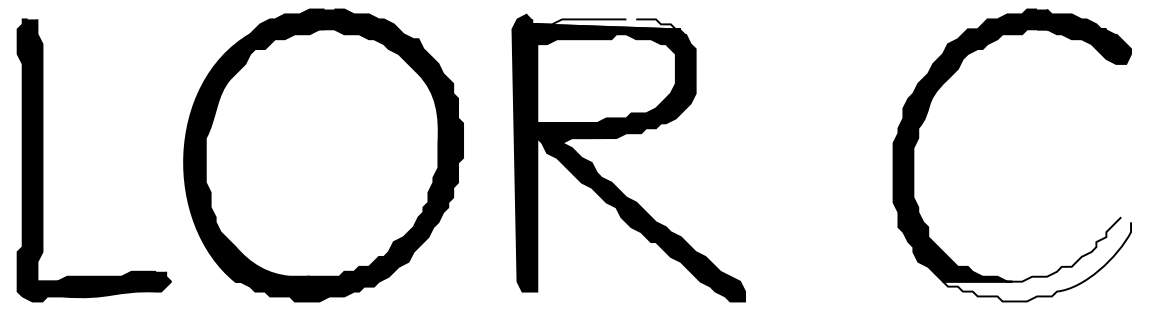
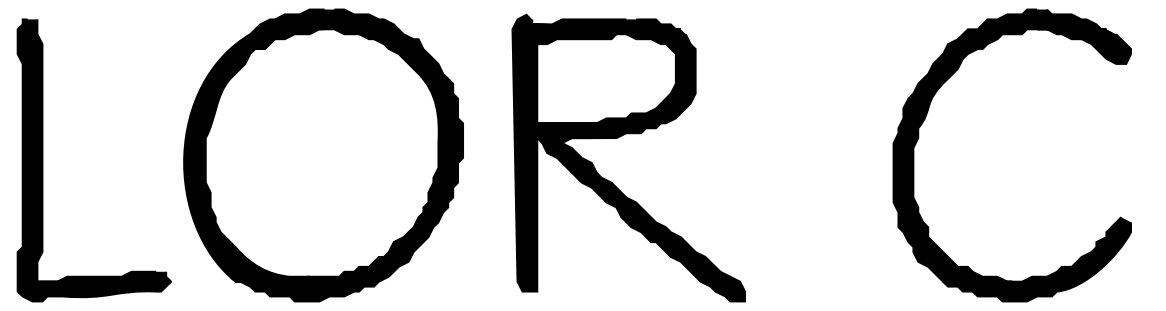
fill at (603, 24): none -> present
fill at (1037, 259): none -> present
